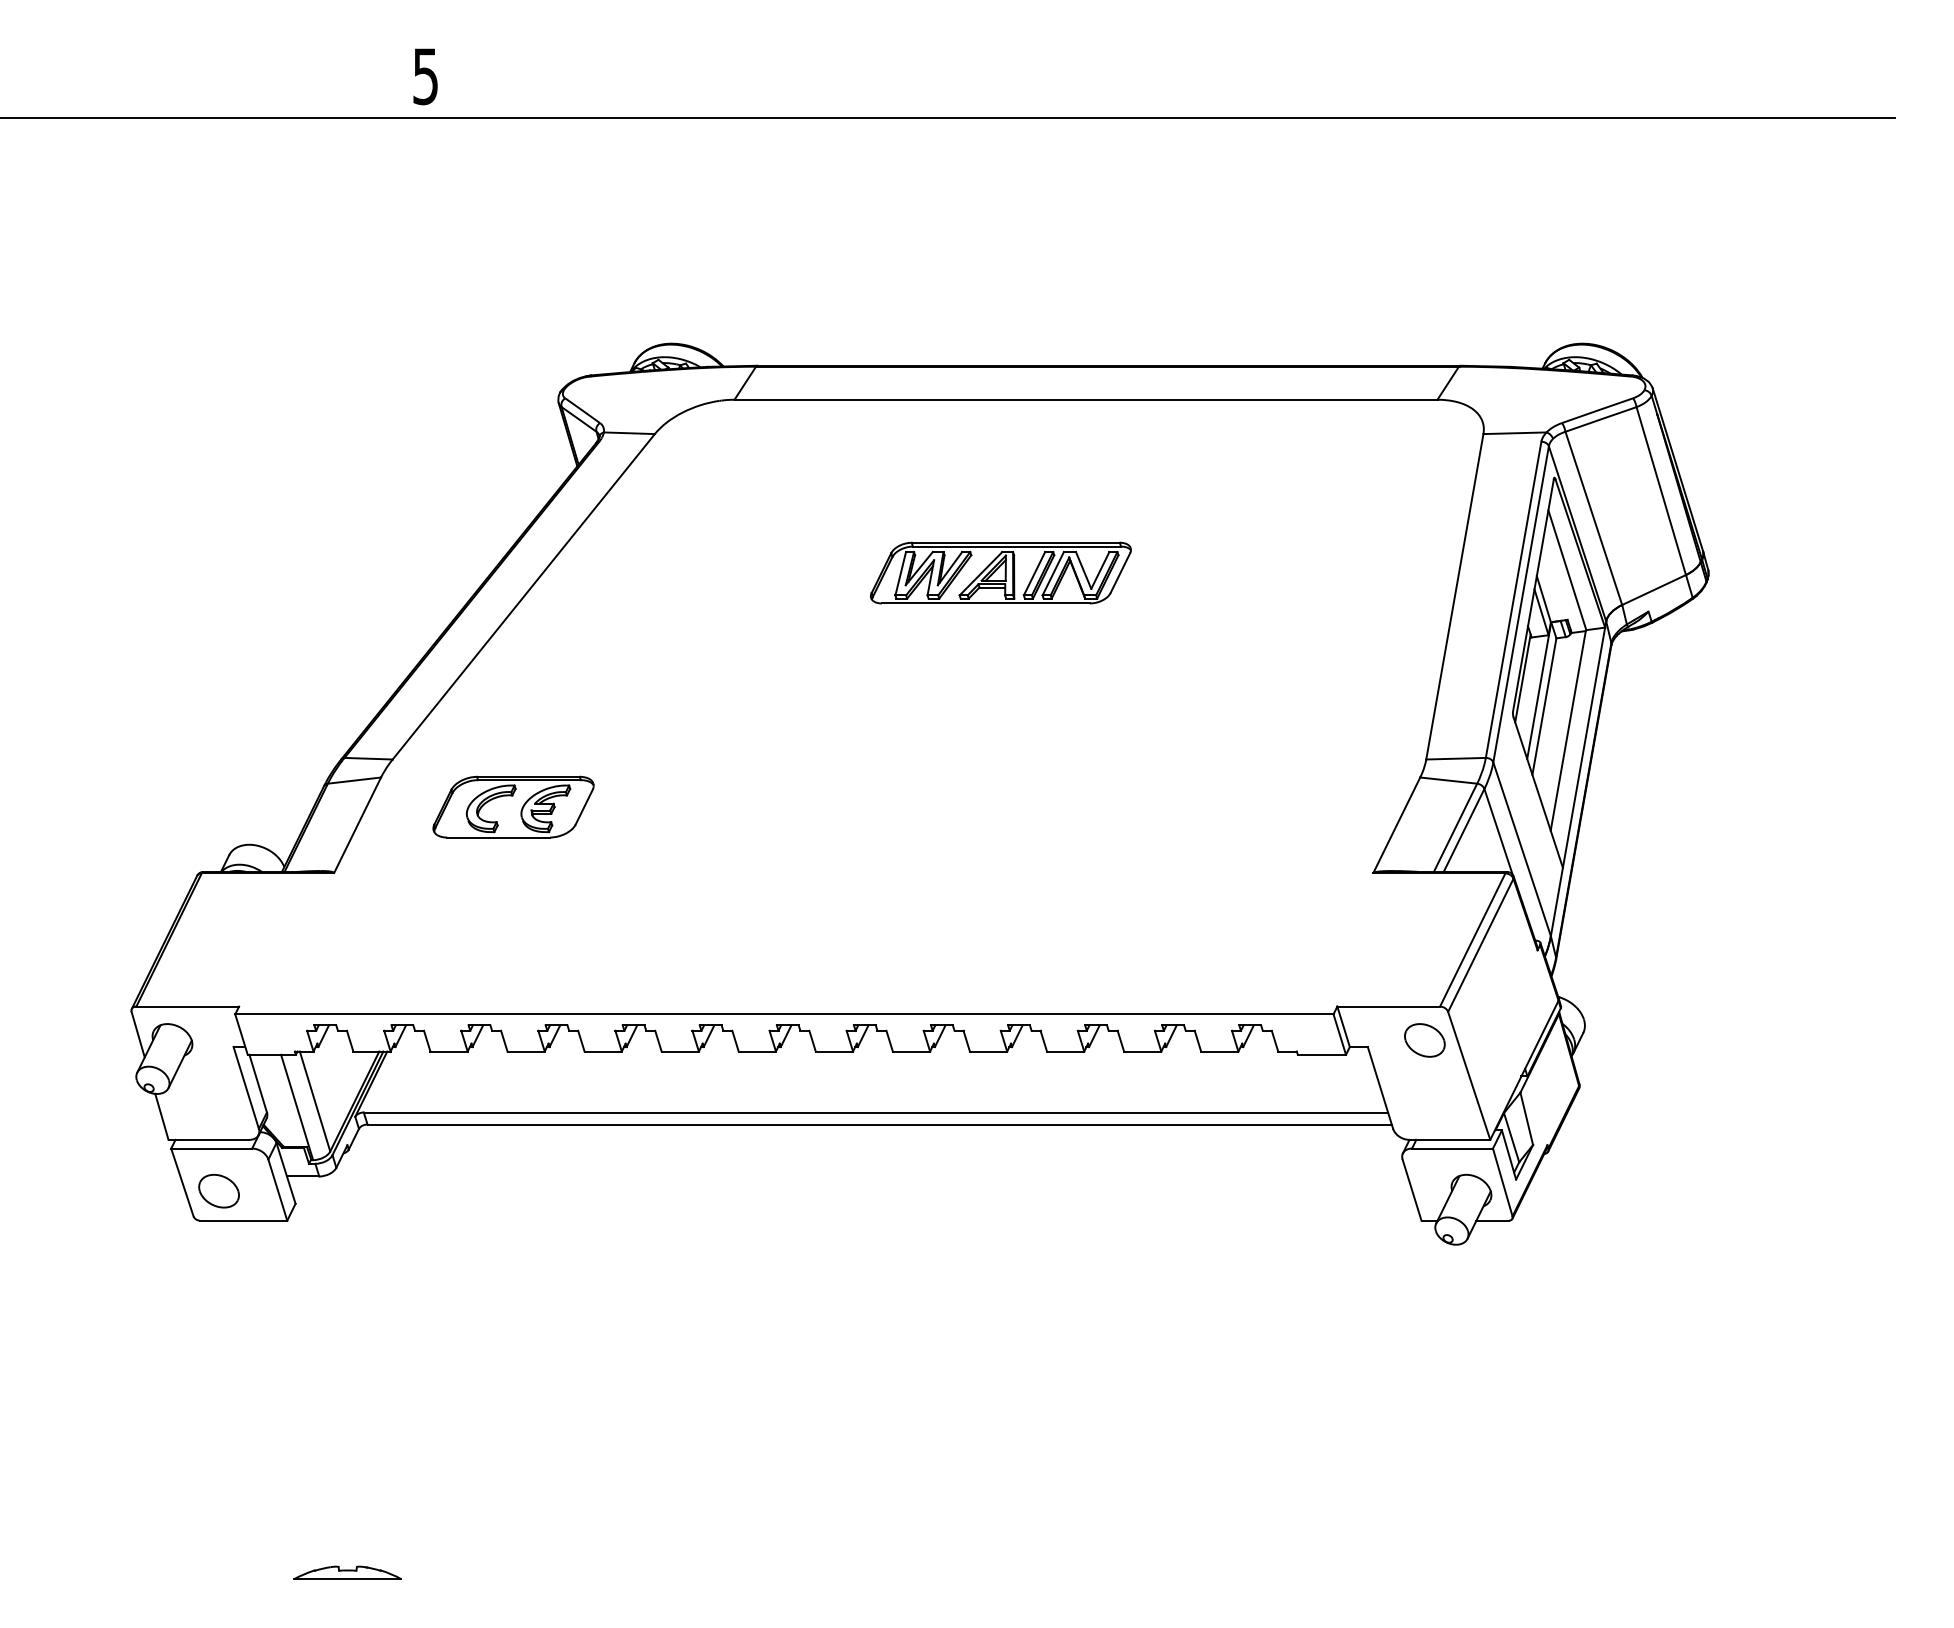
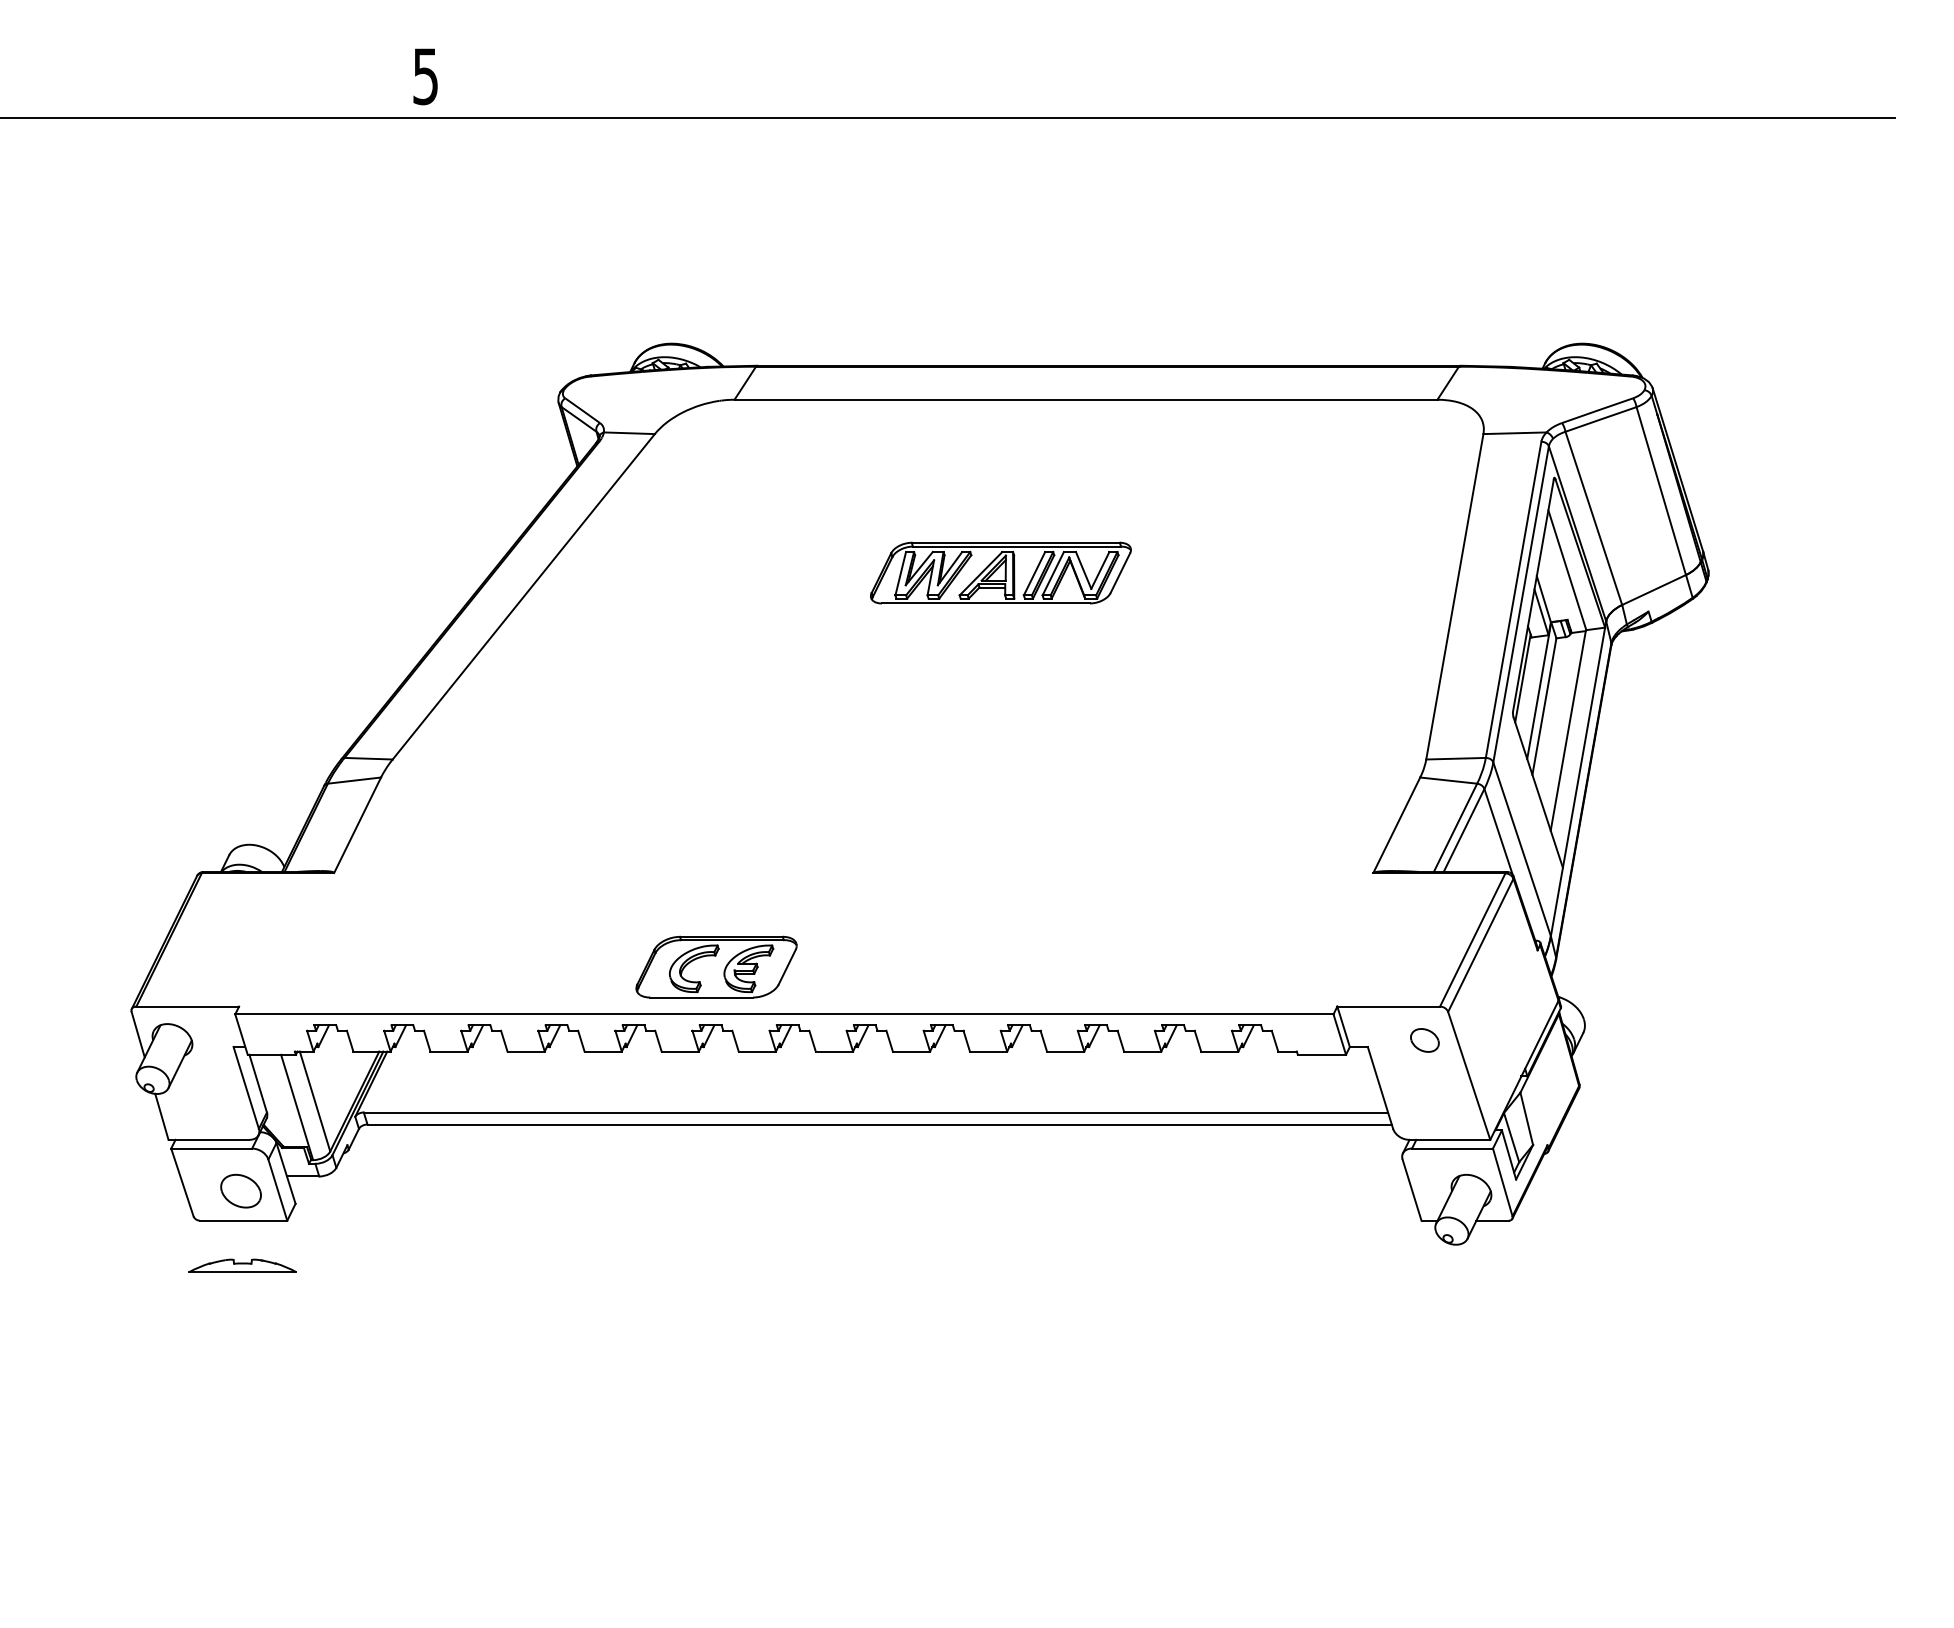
part at (513, 806) position: (513, 806) -> (716, 966)
part at (1424, 1040) size: 42x35 px -> 30x25 px
part at (218, 1190) position: (218, 1190) -> (240, 1190)
part at (347, 1572) position: (347, 1572) -> (242, 1265)
